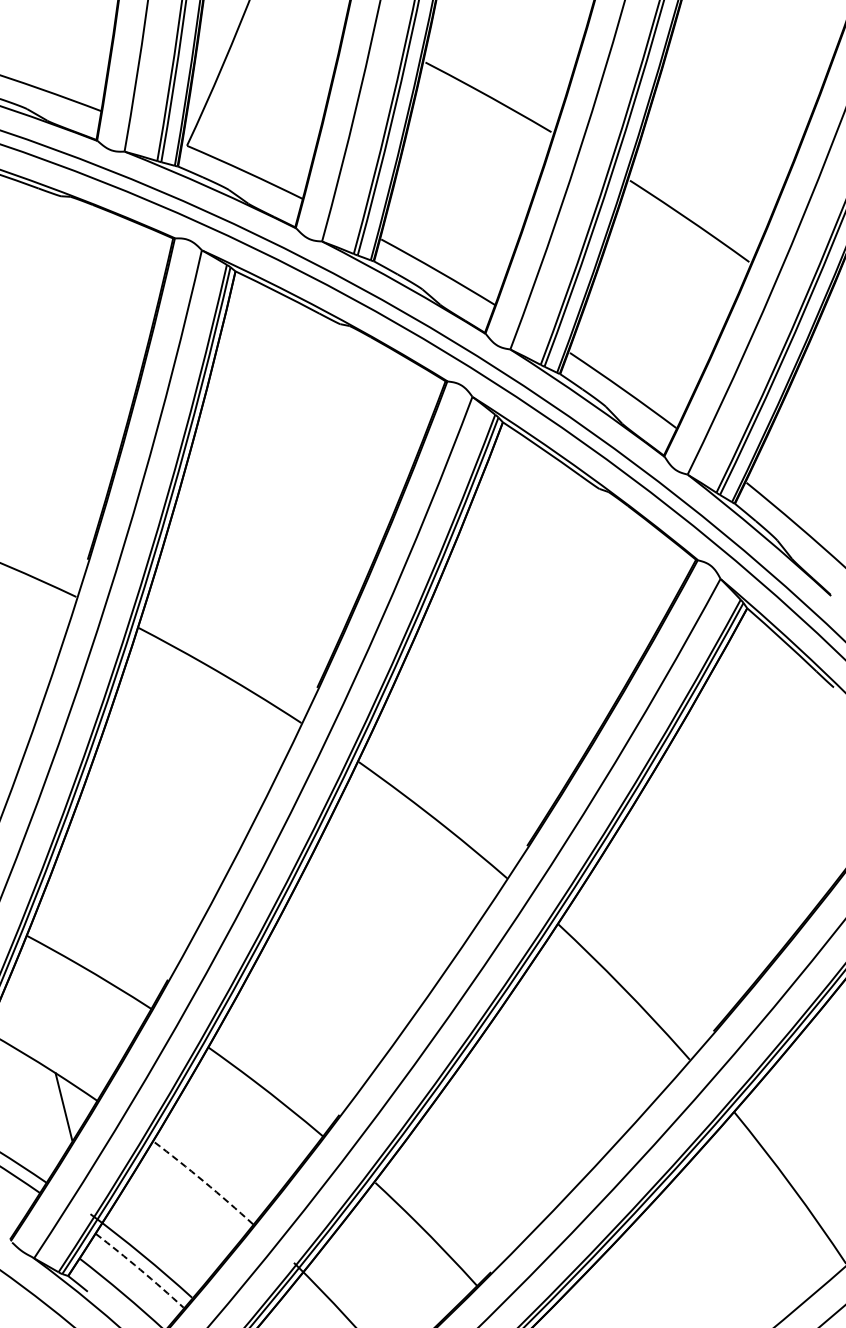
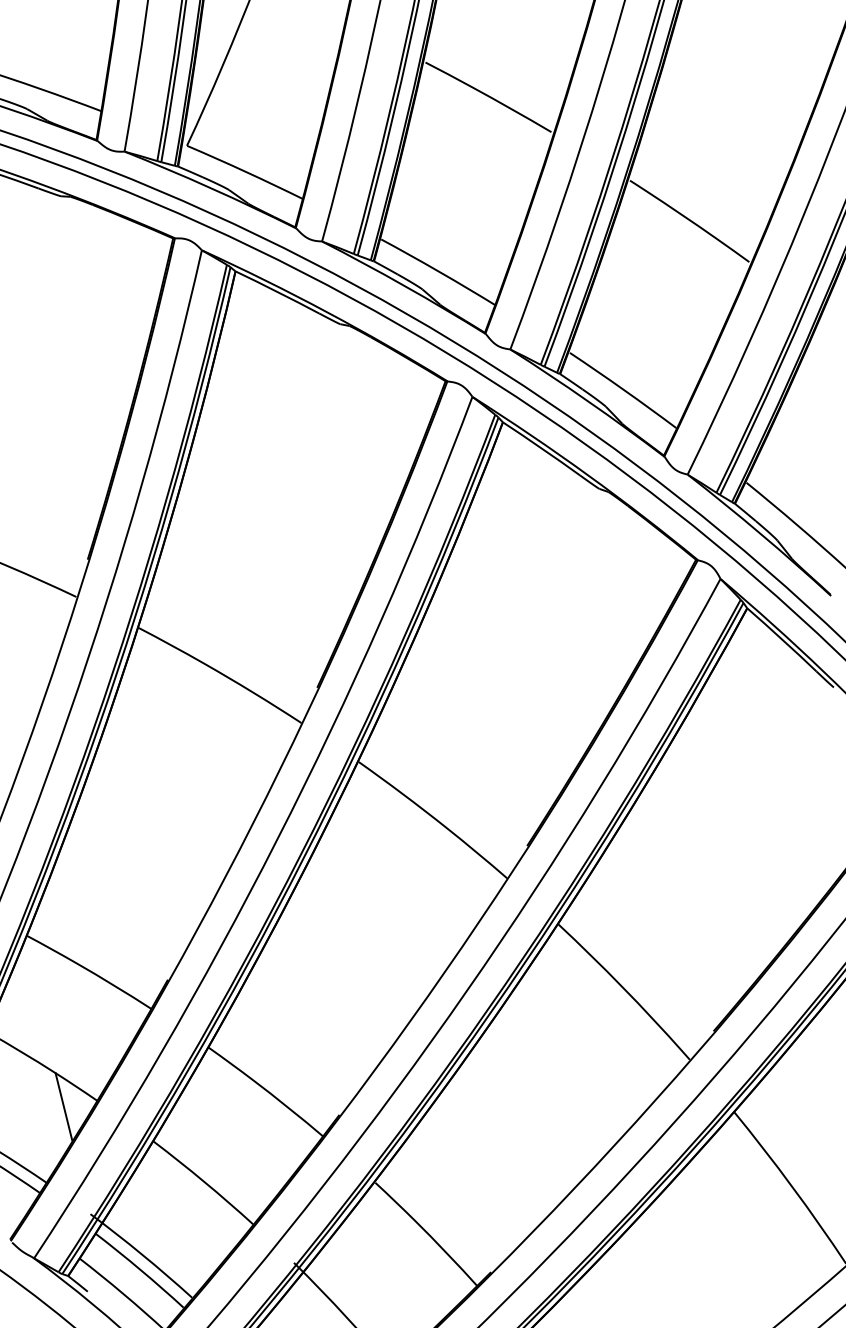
arc at (204, 1181): dashed -> solid
arc at (140, 1269): dashed -> solid
